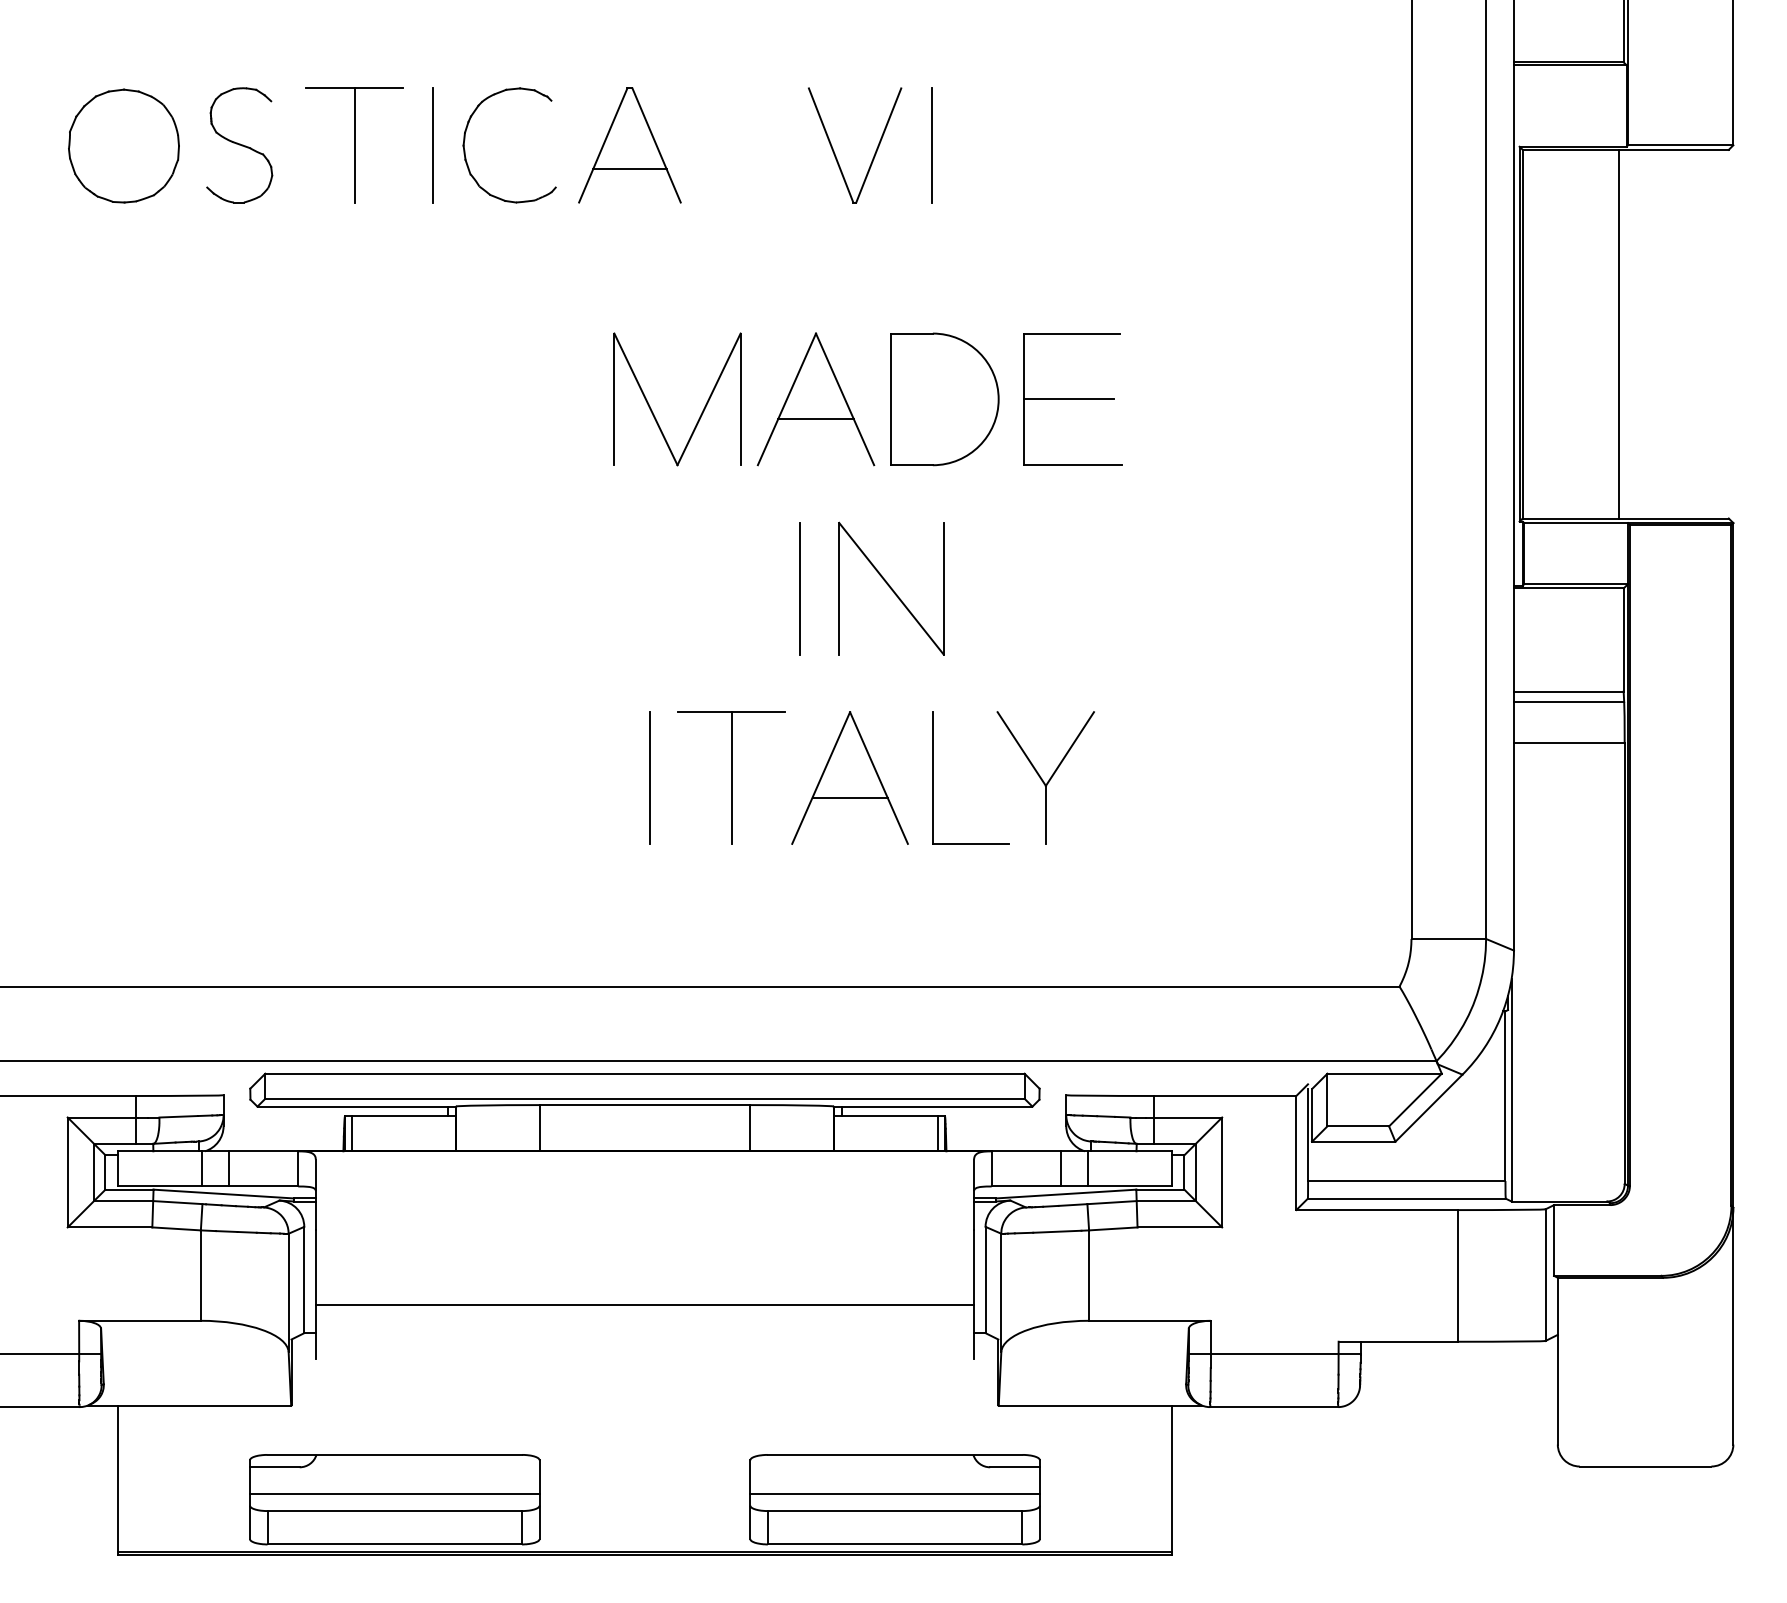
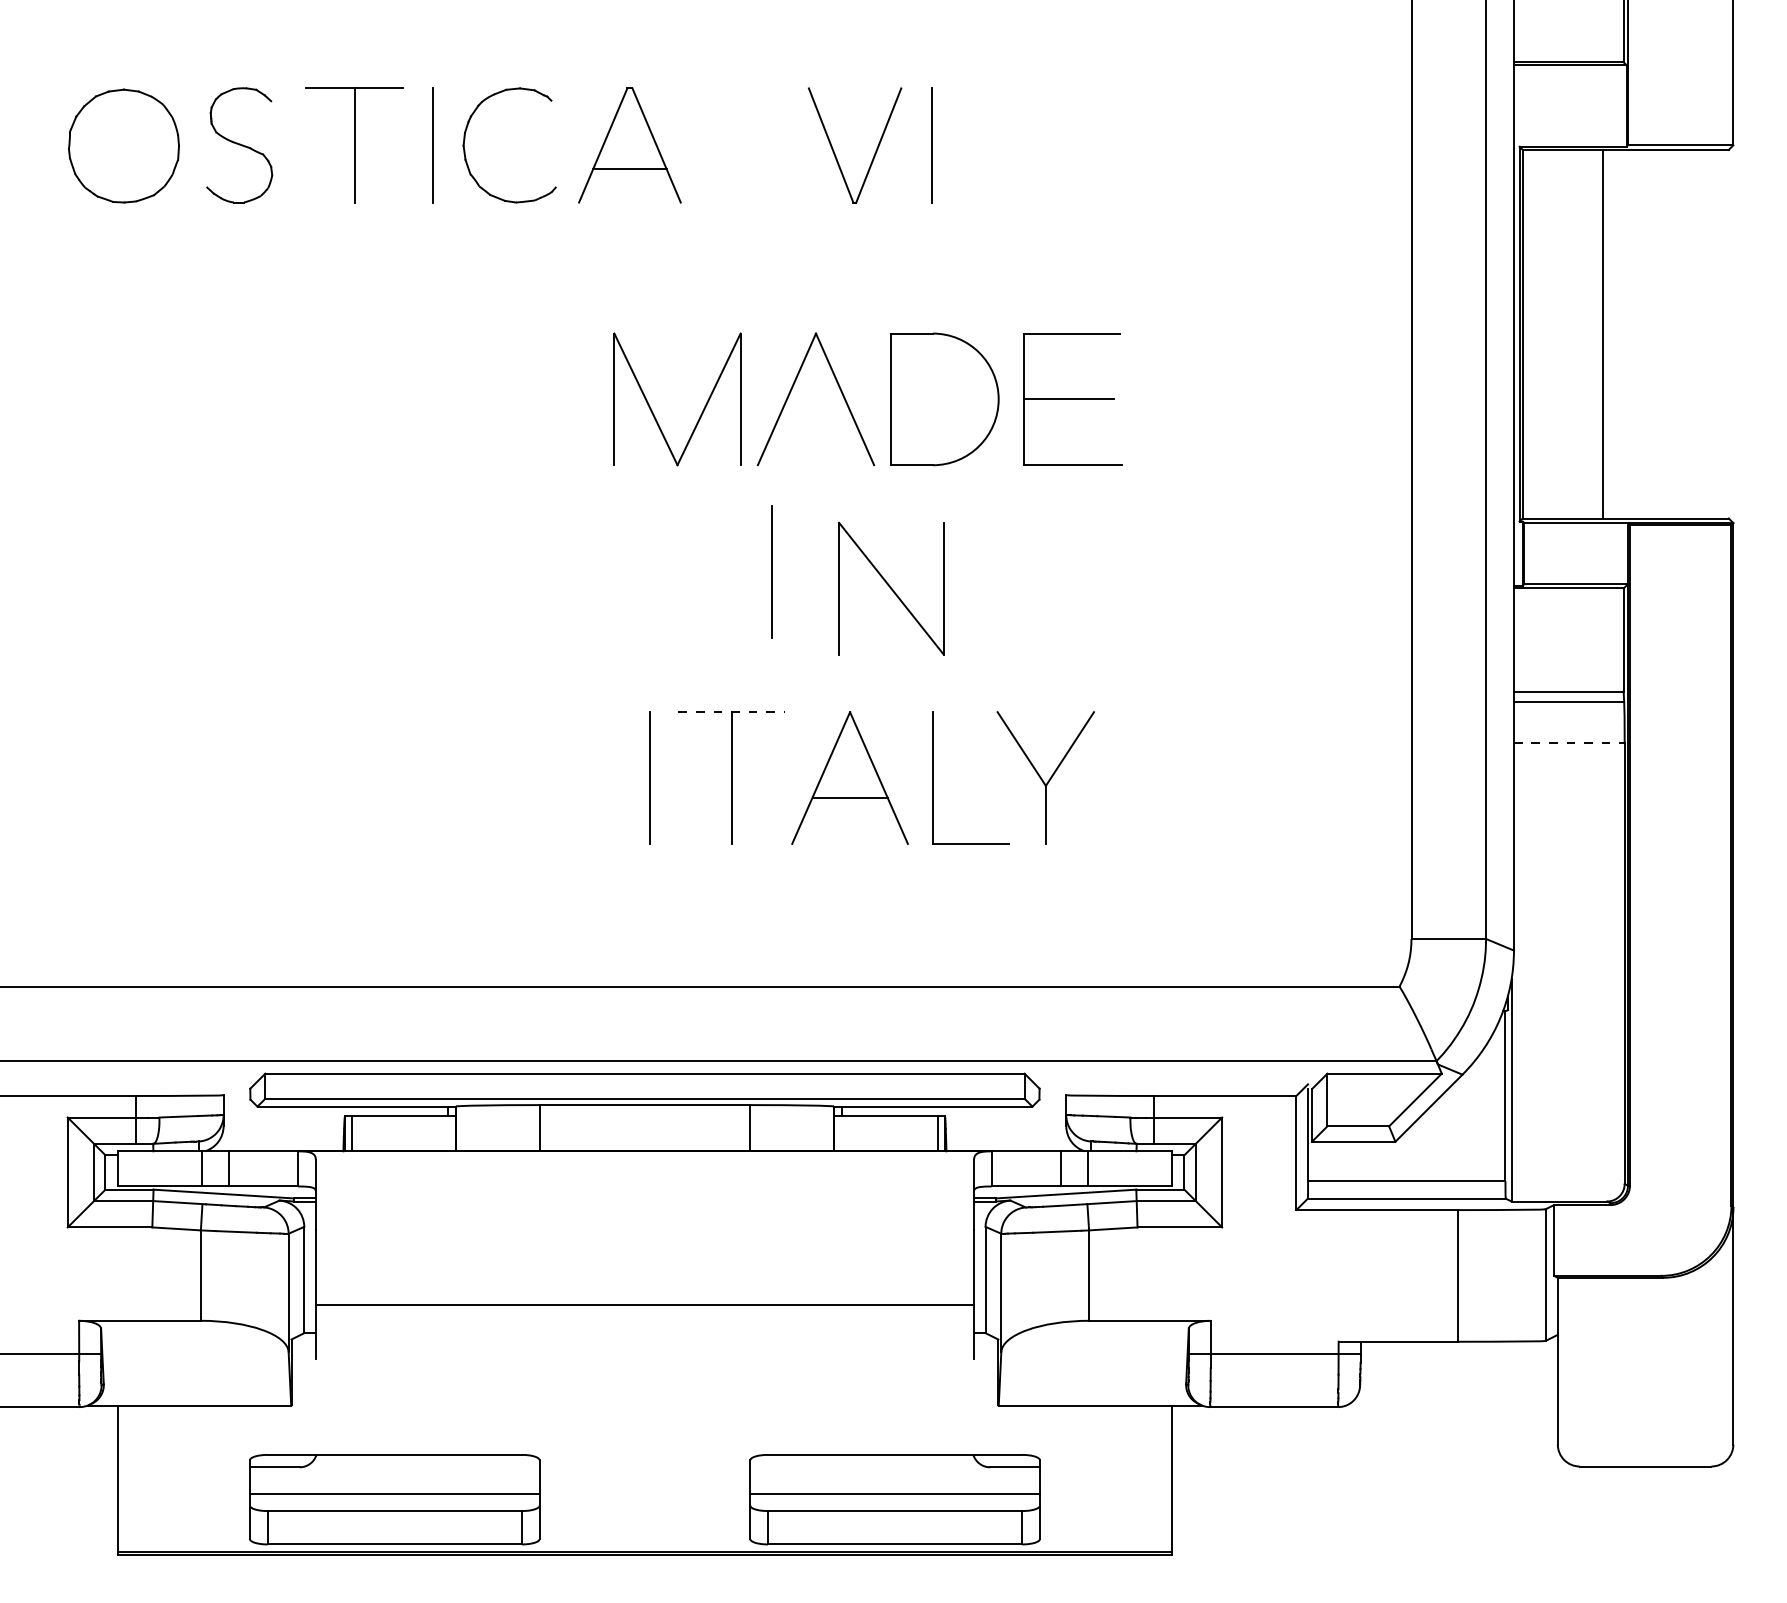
line at (1619, 333) position: (1619, 333) -> (1603, 333)
line at (815, 418): present -> none
line at (799, 588) position: (799, 588) -> (771, 571)
line at (732, 712): solid -> dashed
line at (1569, 743): solid -> dashed
